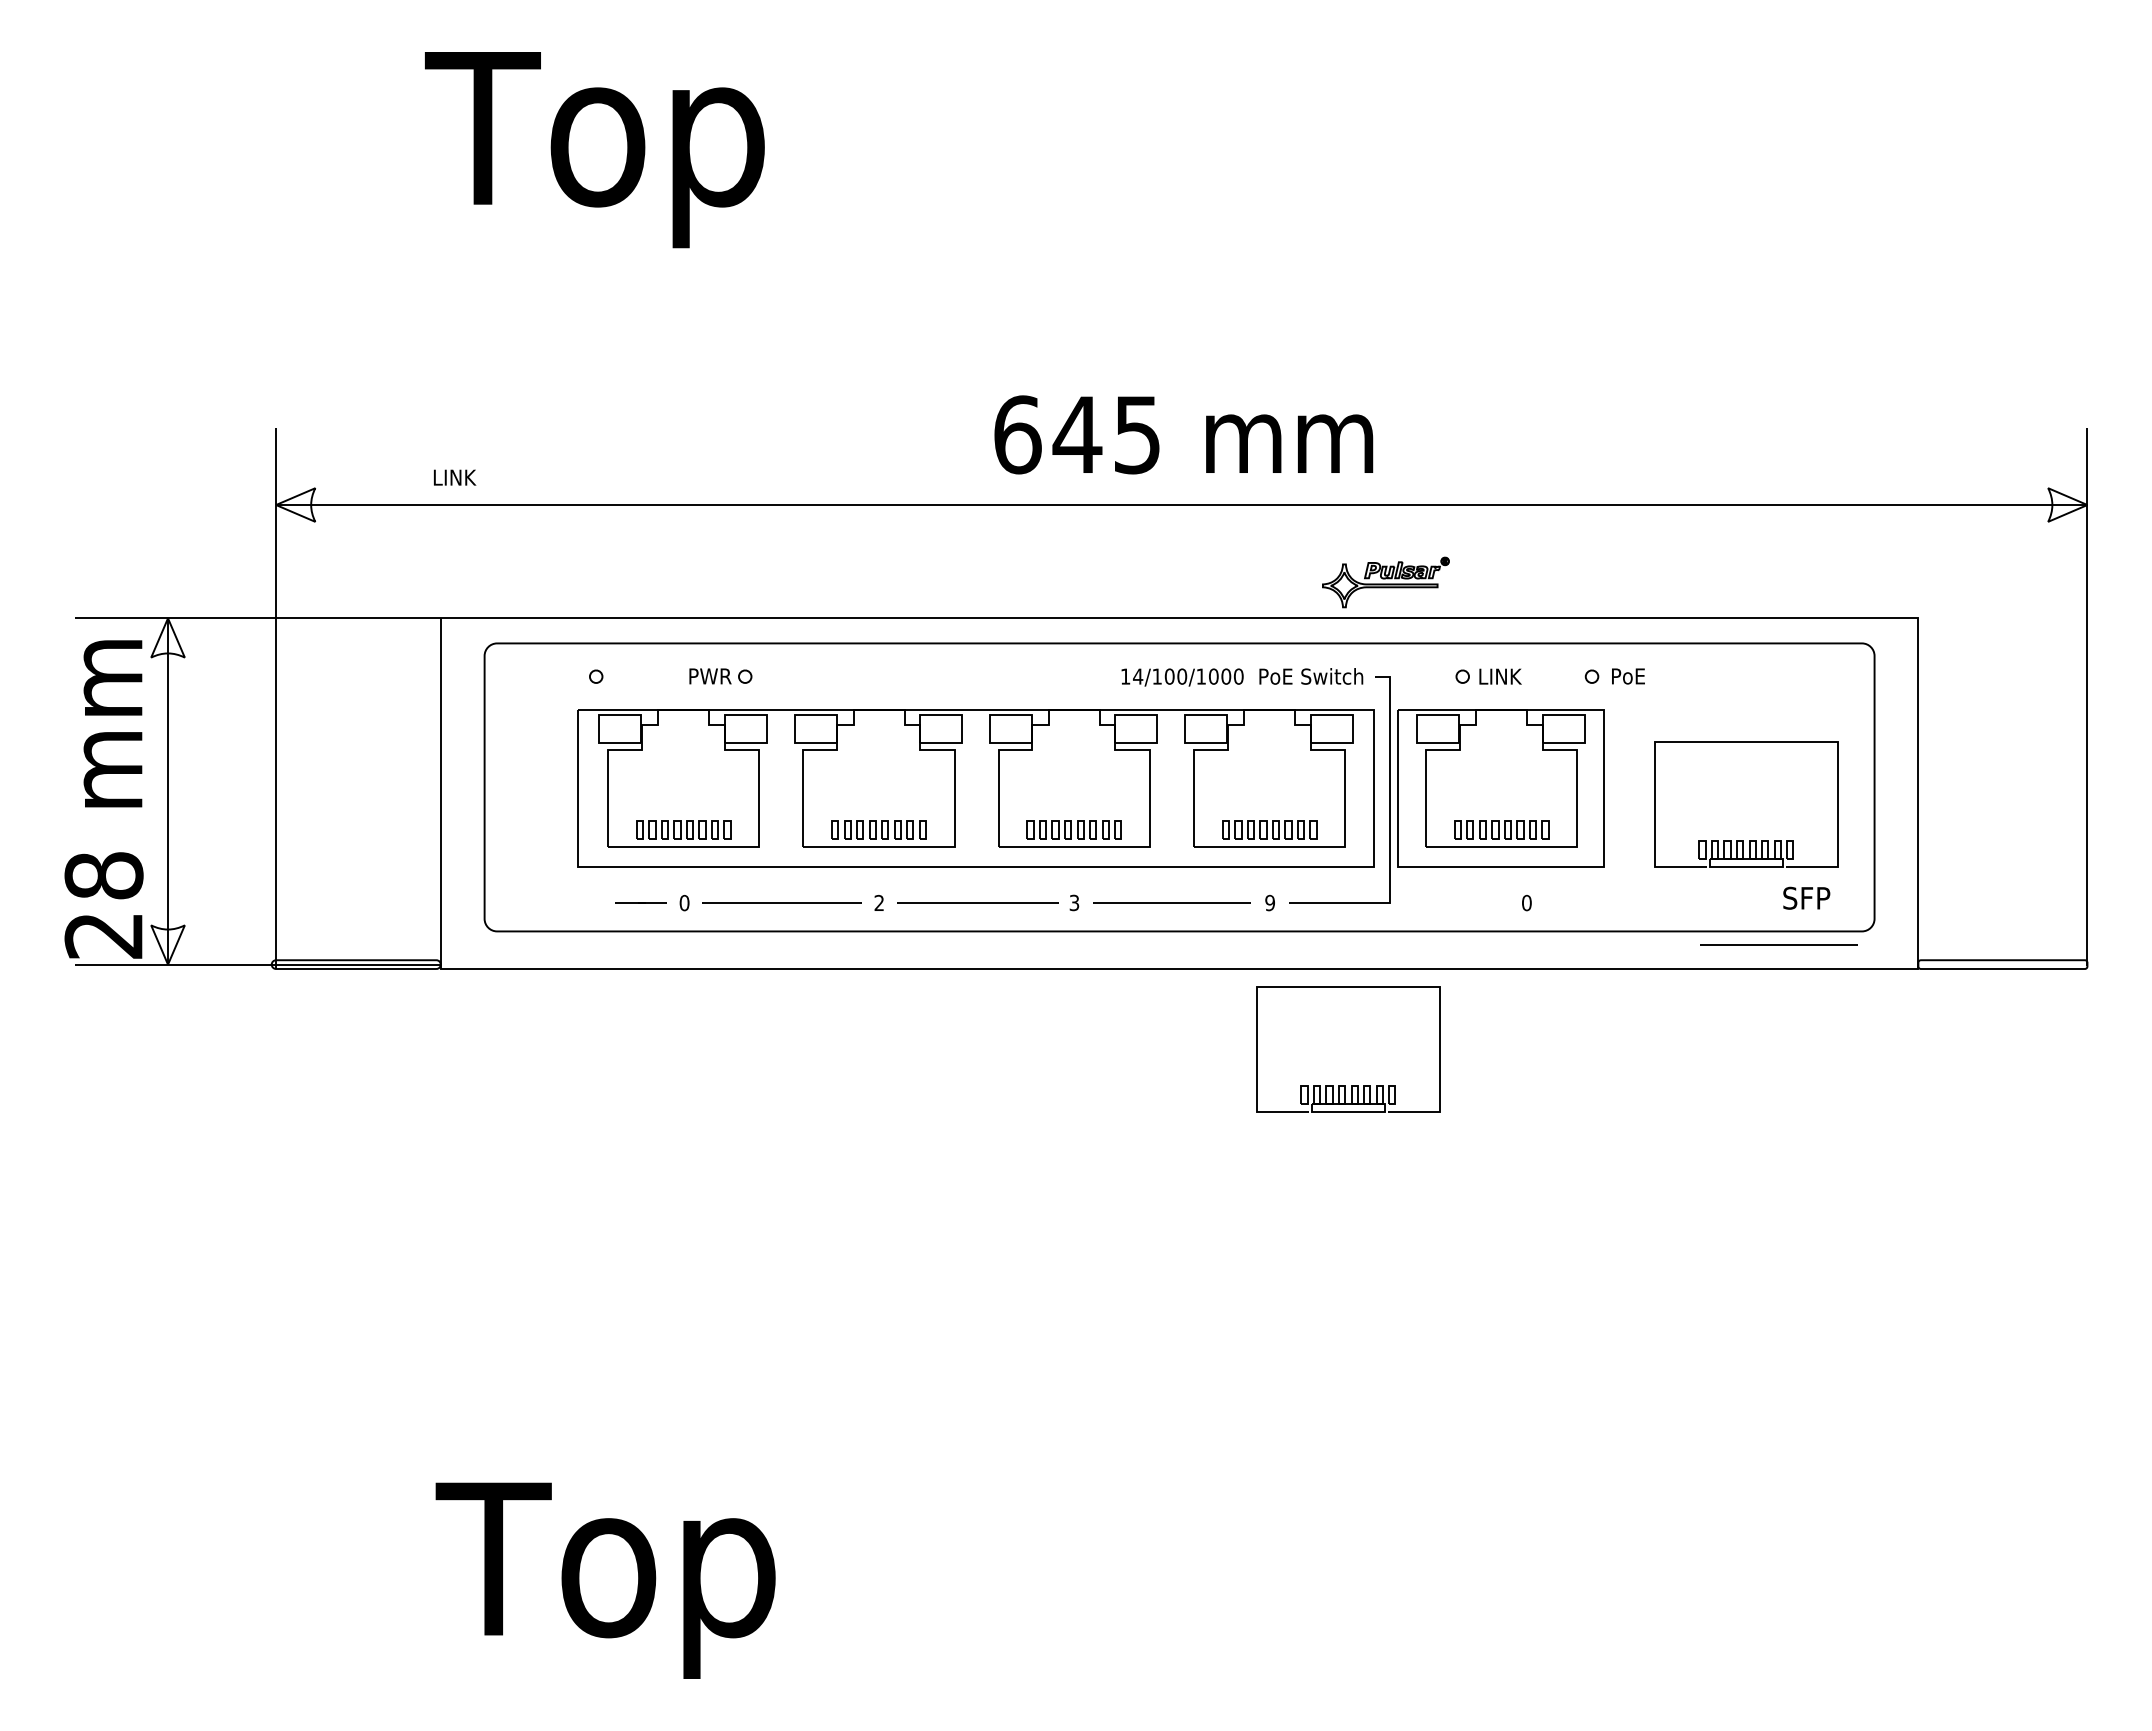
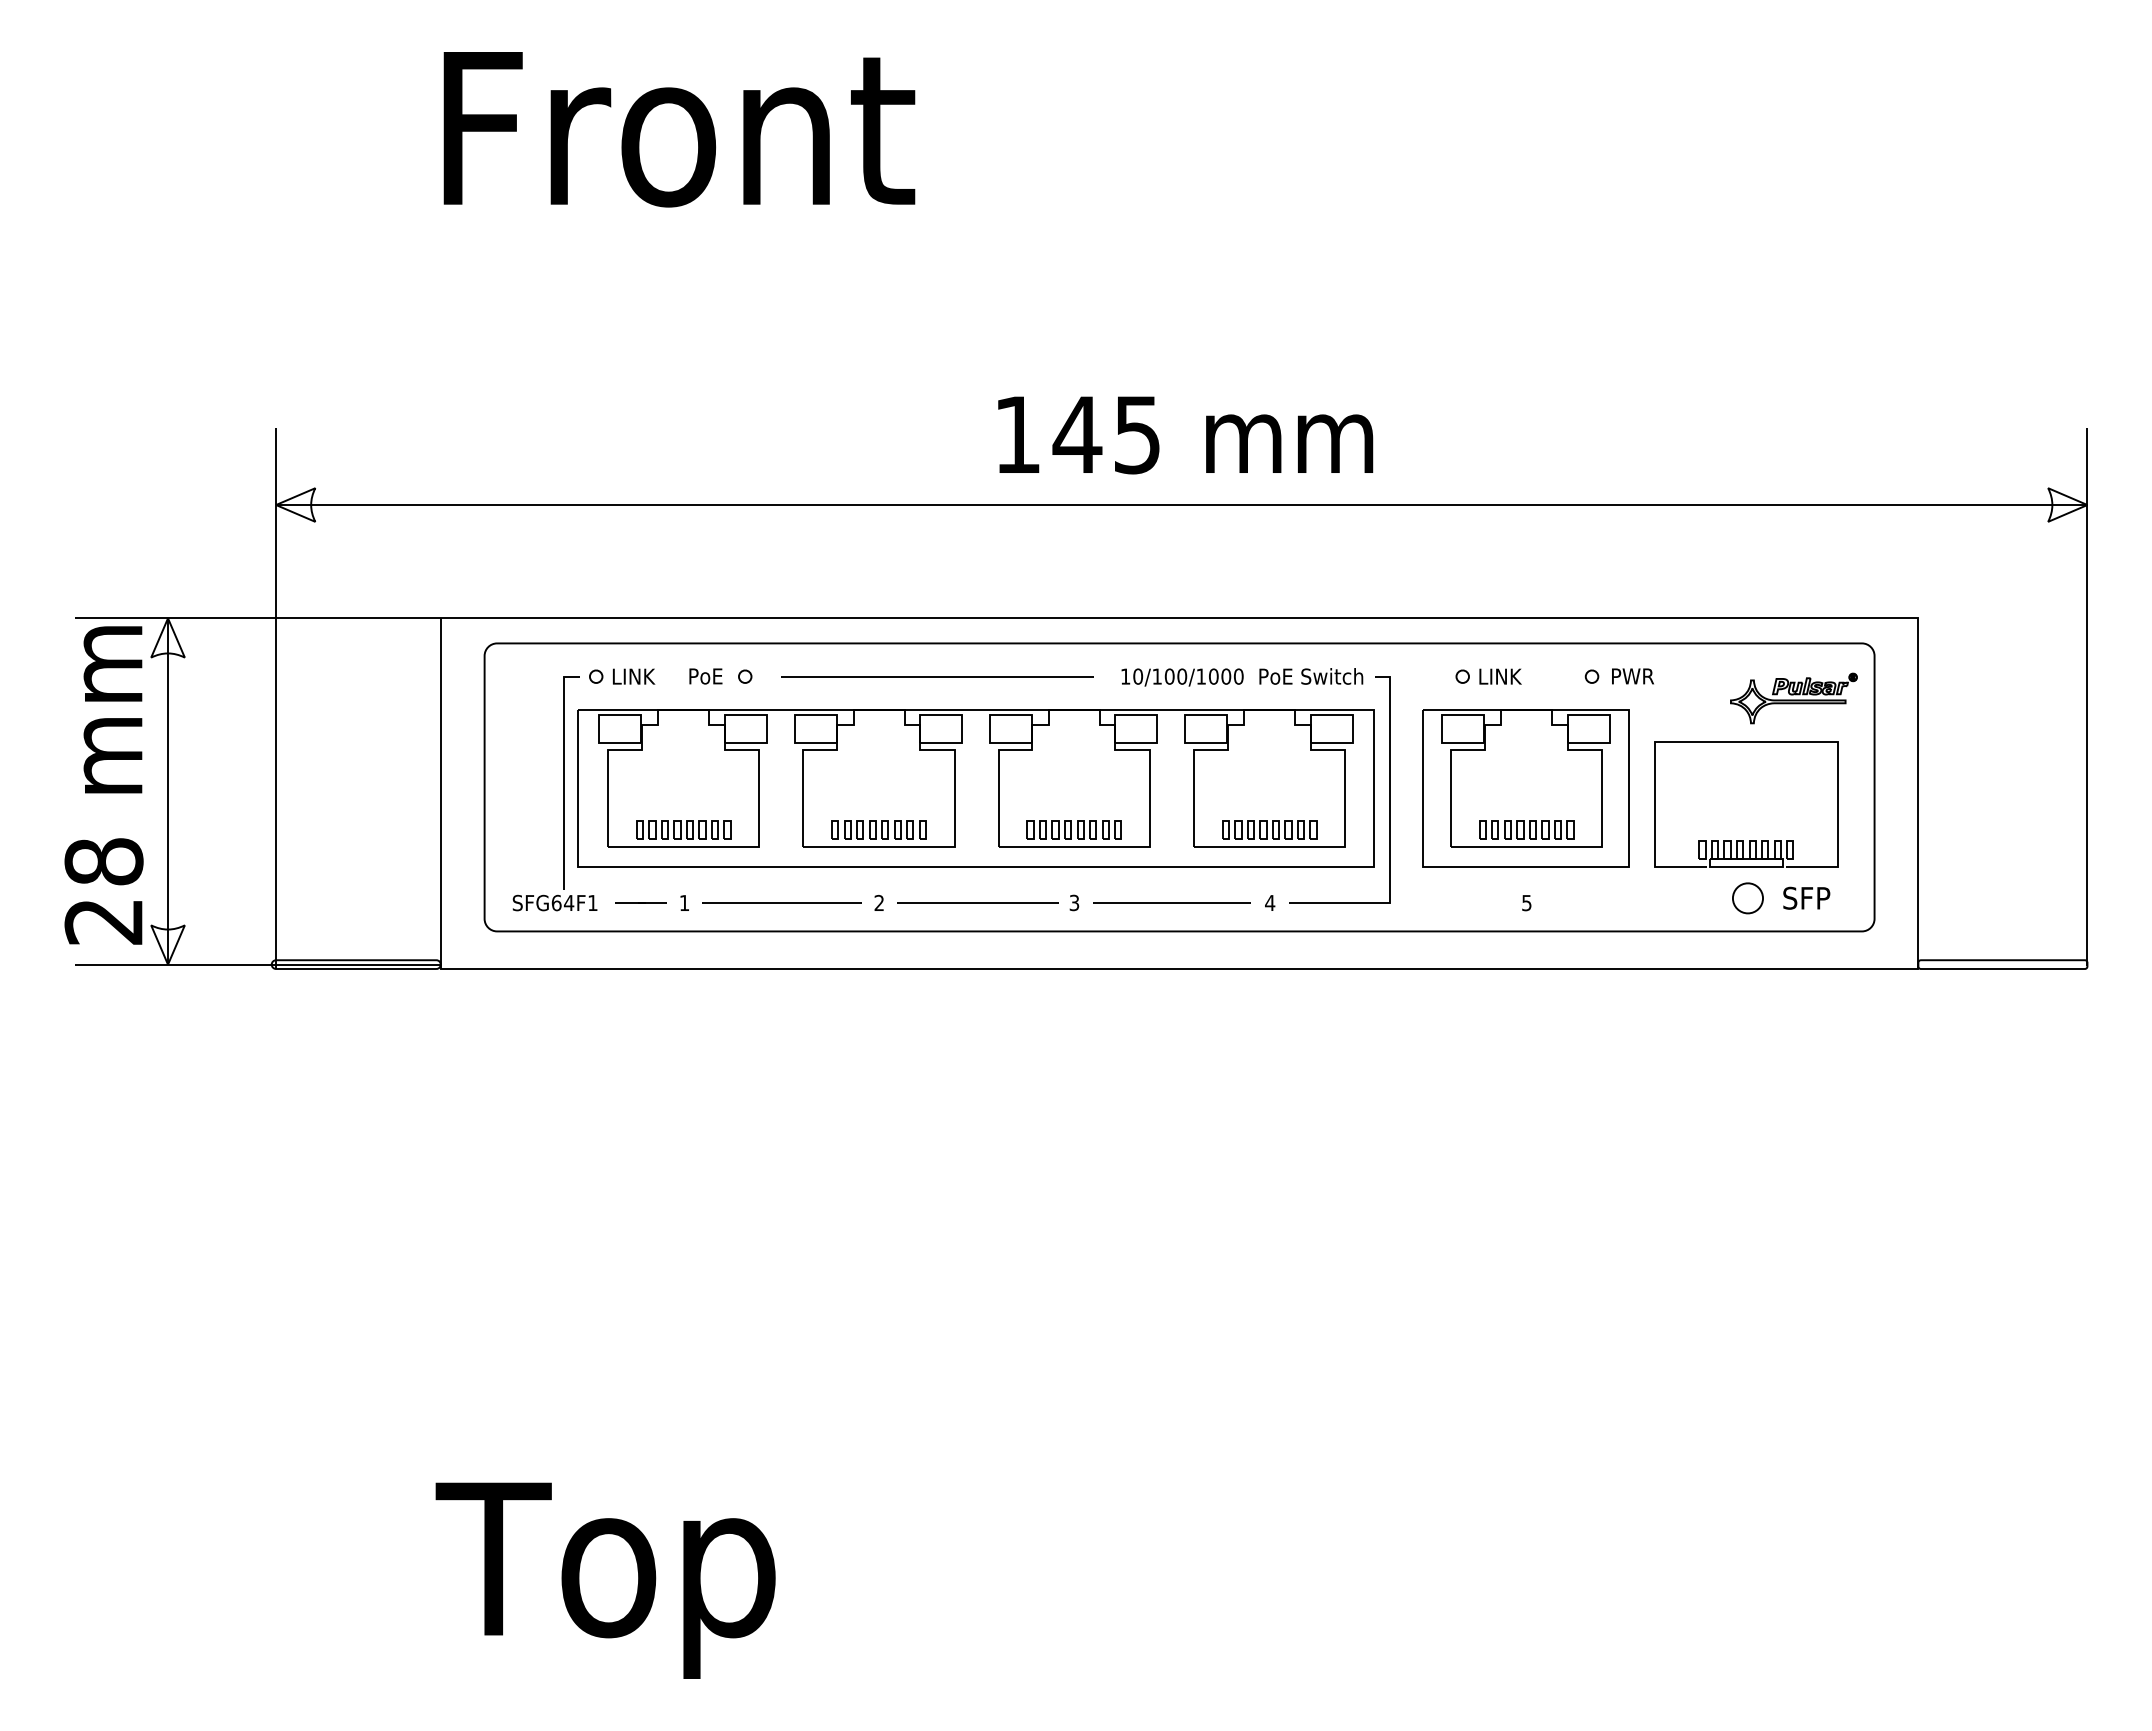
text at (669, 150): Top -> Front
text at (1017, 434): 645 -> 145
text at (455, 477) position: (455, 477) -> (634, 676)
part at (1385, 582) position: (1385, 582) -> (1793, 698)
text at (715, 676): PWR -> PoE
line at (937, 676): none -> present
text at (1138, 676): 14/100/1000 -> 10/100/1000
text at (1638, 676): PoE -> PWR
part at (1500, 788) position: (1500, 788) -> (1525, 788)
part at (563, 793): none -> present
text at (103, 799) position: (103, 799) -> (103, 785)
part at (1747, 898): none -> present
text at (684, 902): 0 -> 1
text at (1270, 902): 9 -> 4
text at (1526, 902): 0 -> 5
line at (1778, 944): present -> none
part at (1345, 1085): present -> none
